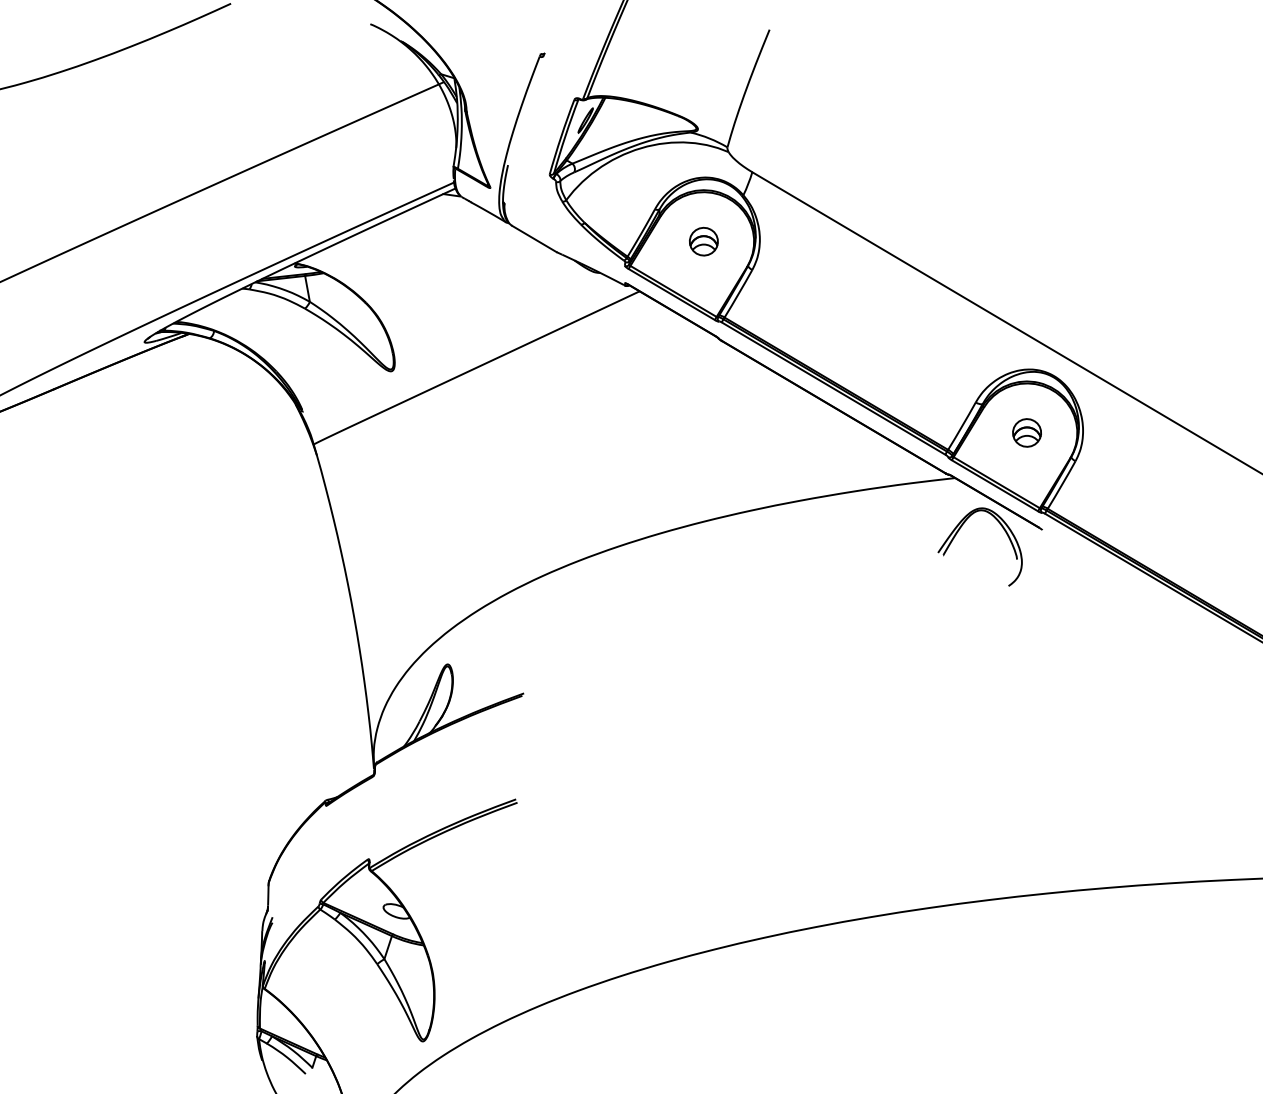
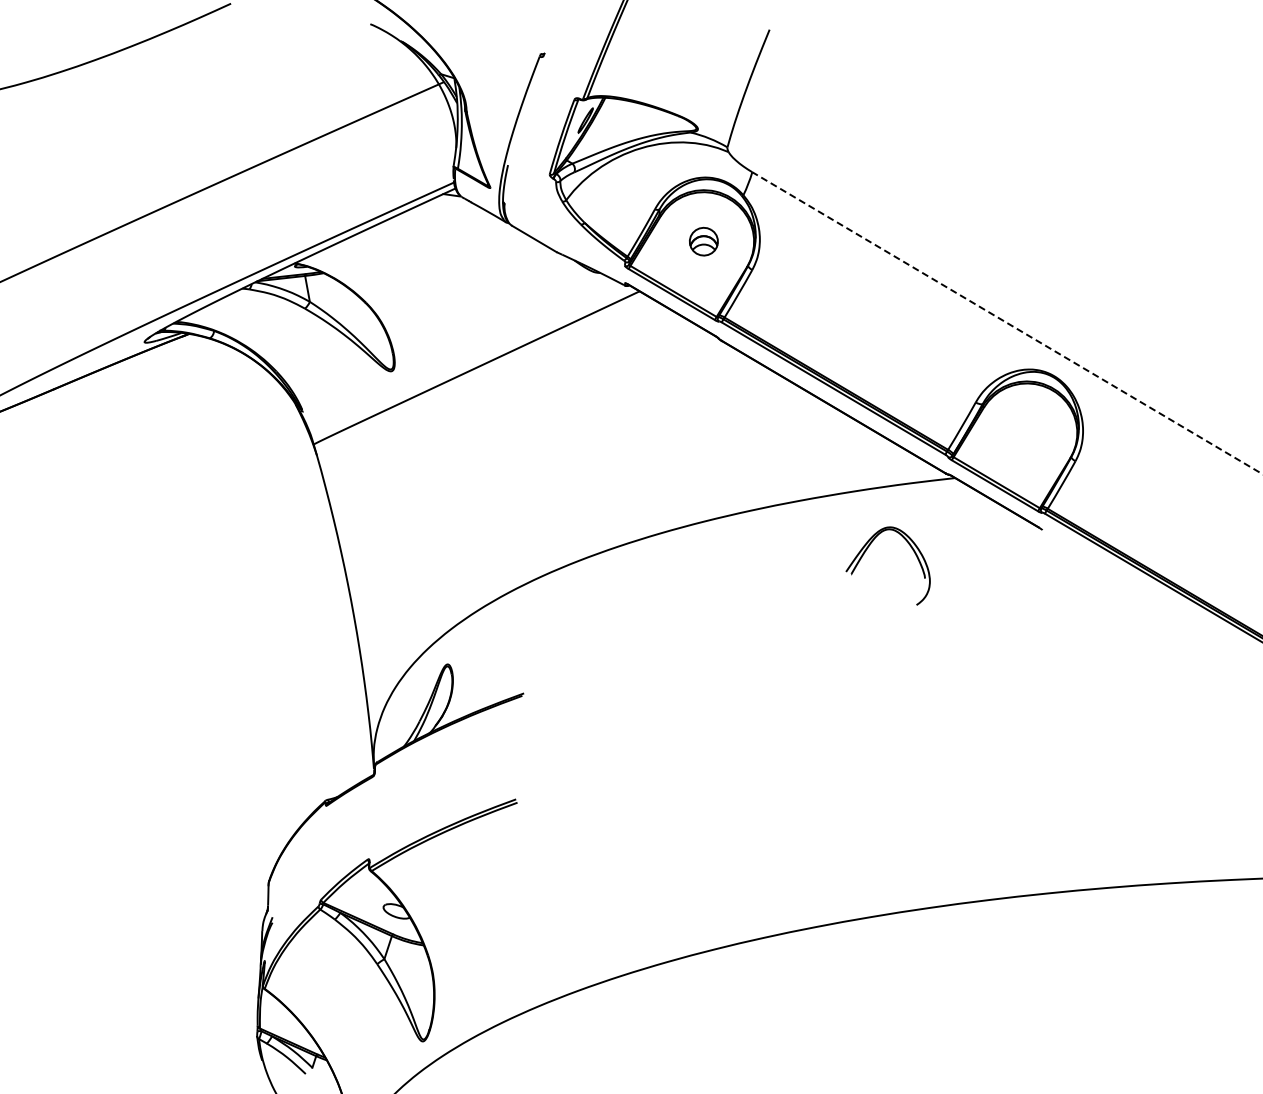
line at (1006, 322): solid -> dashed
part at (1026, 432): present -> none
part at (958, 532) position: (958, 532) -> (866, 551)
